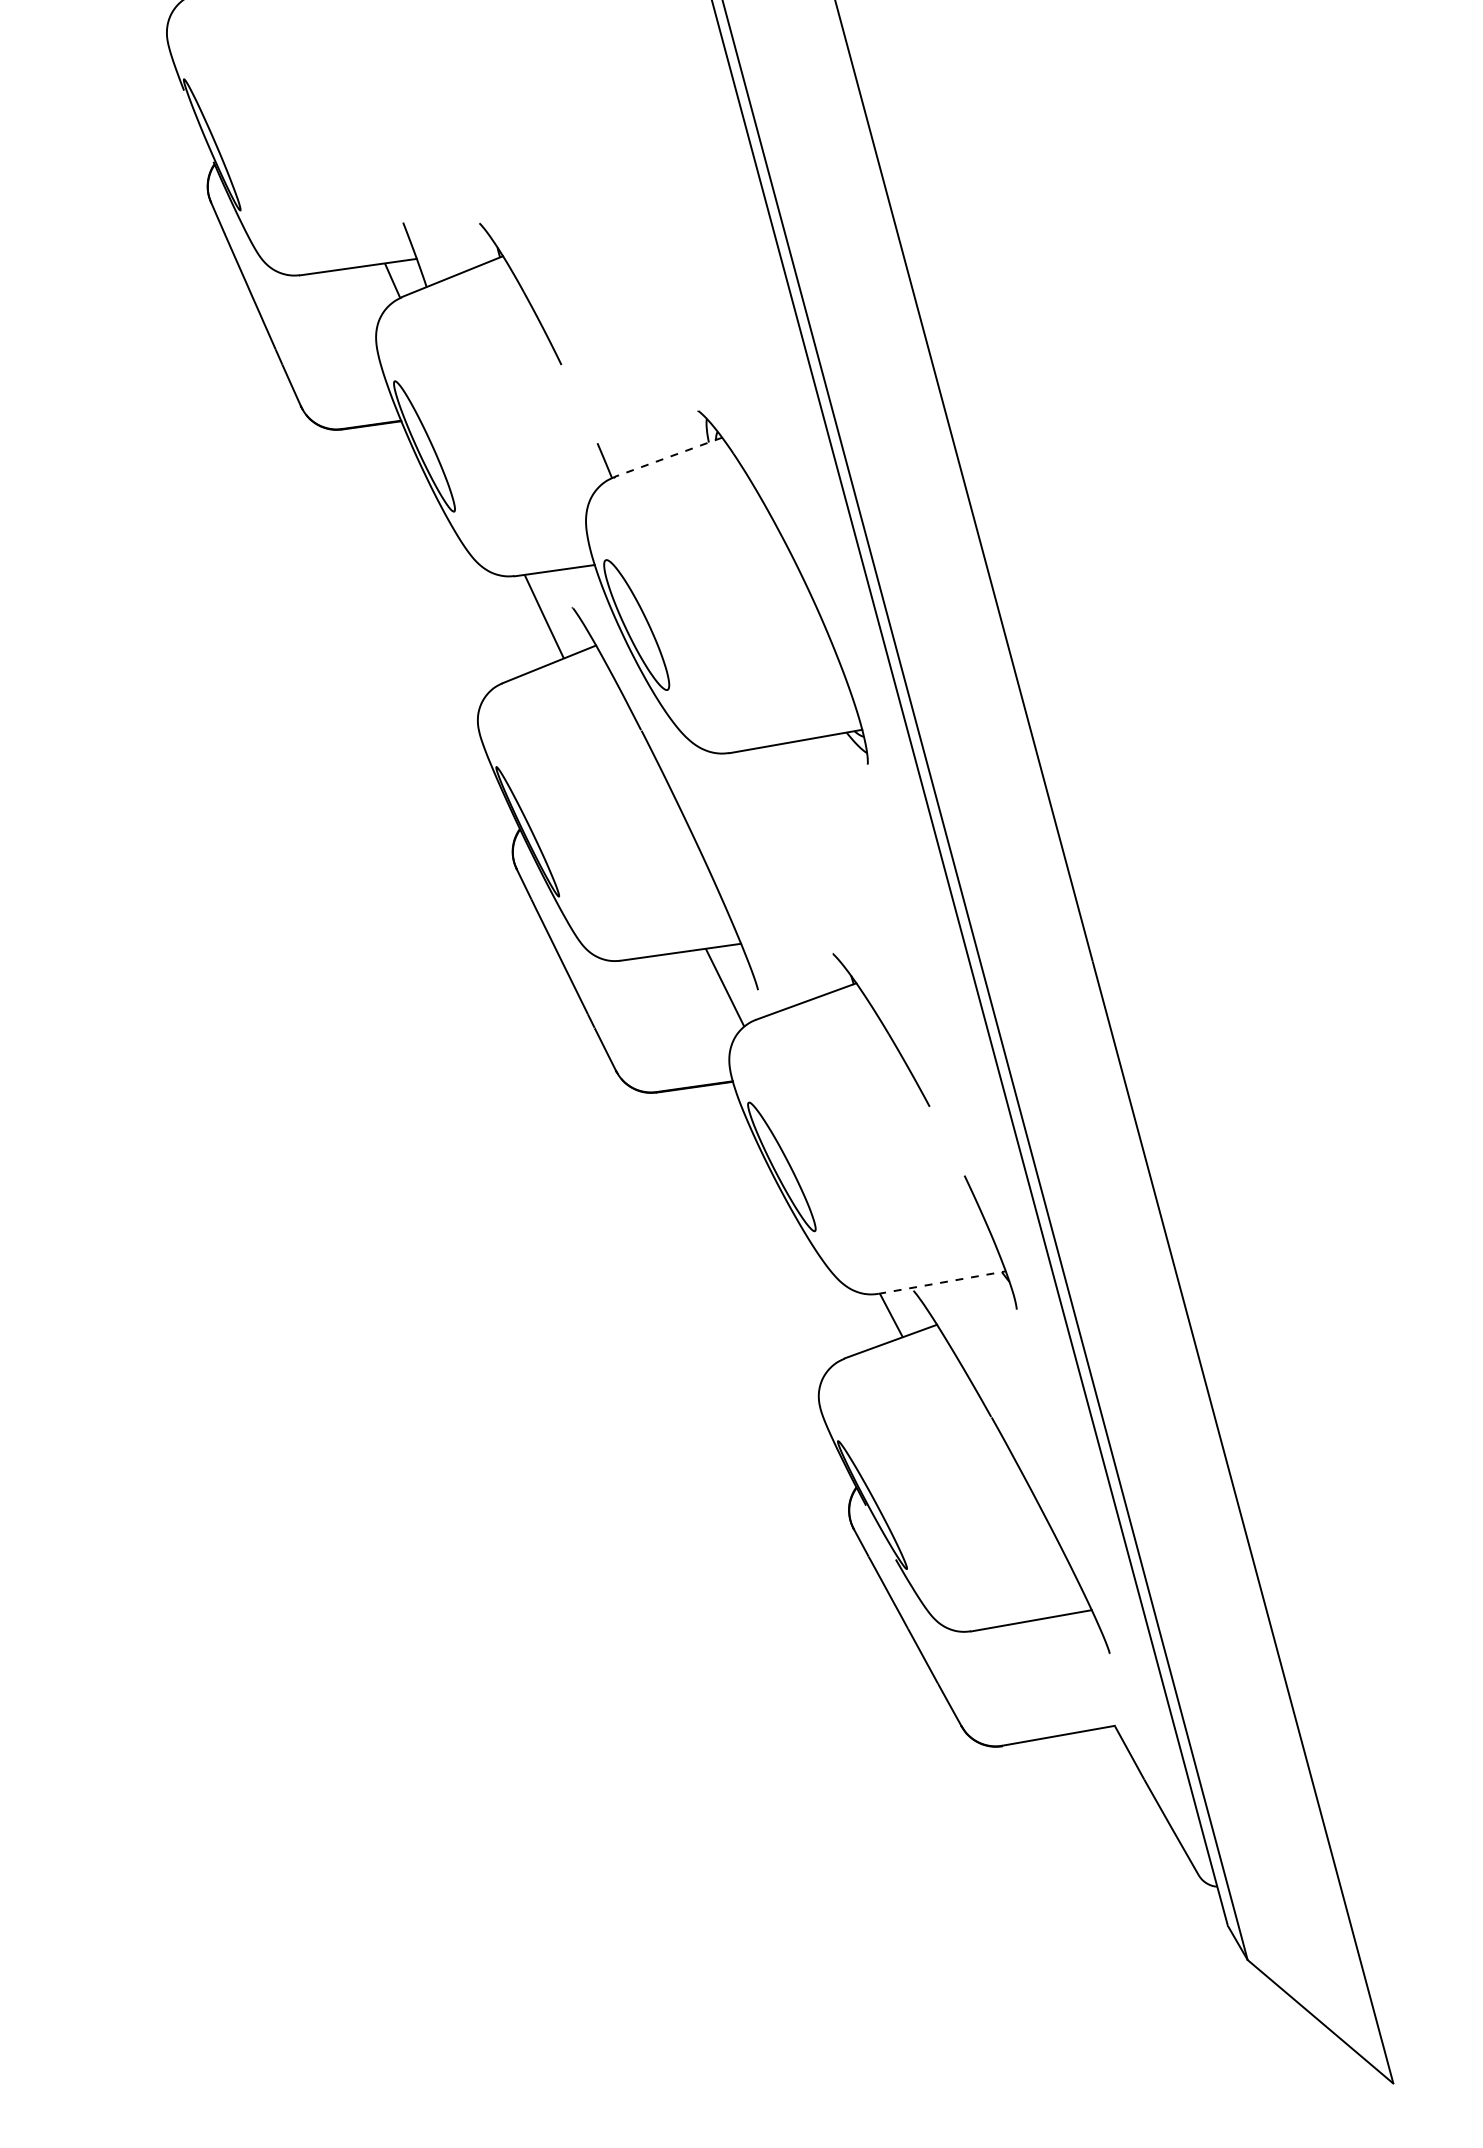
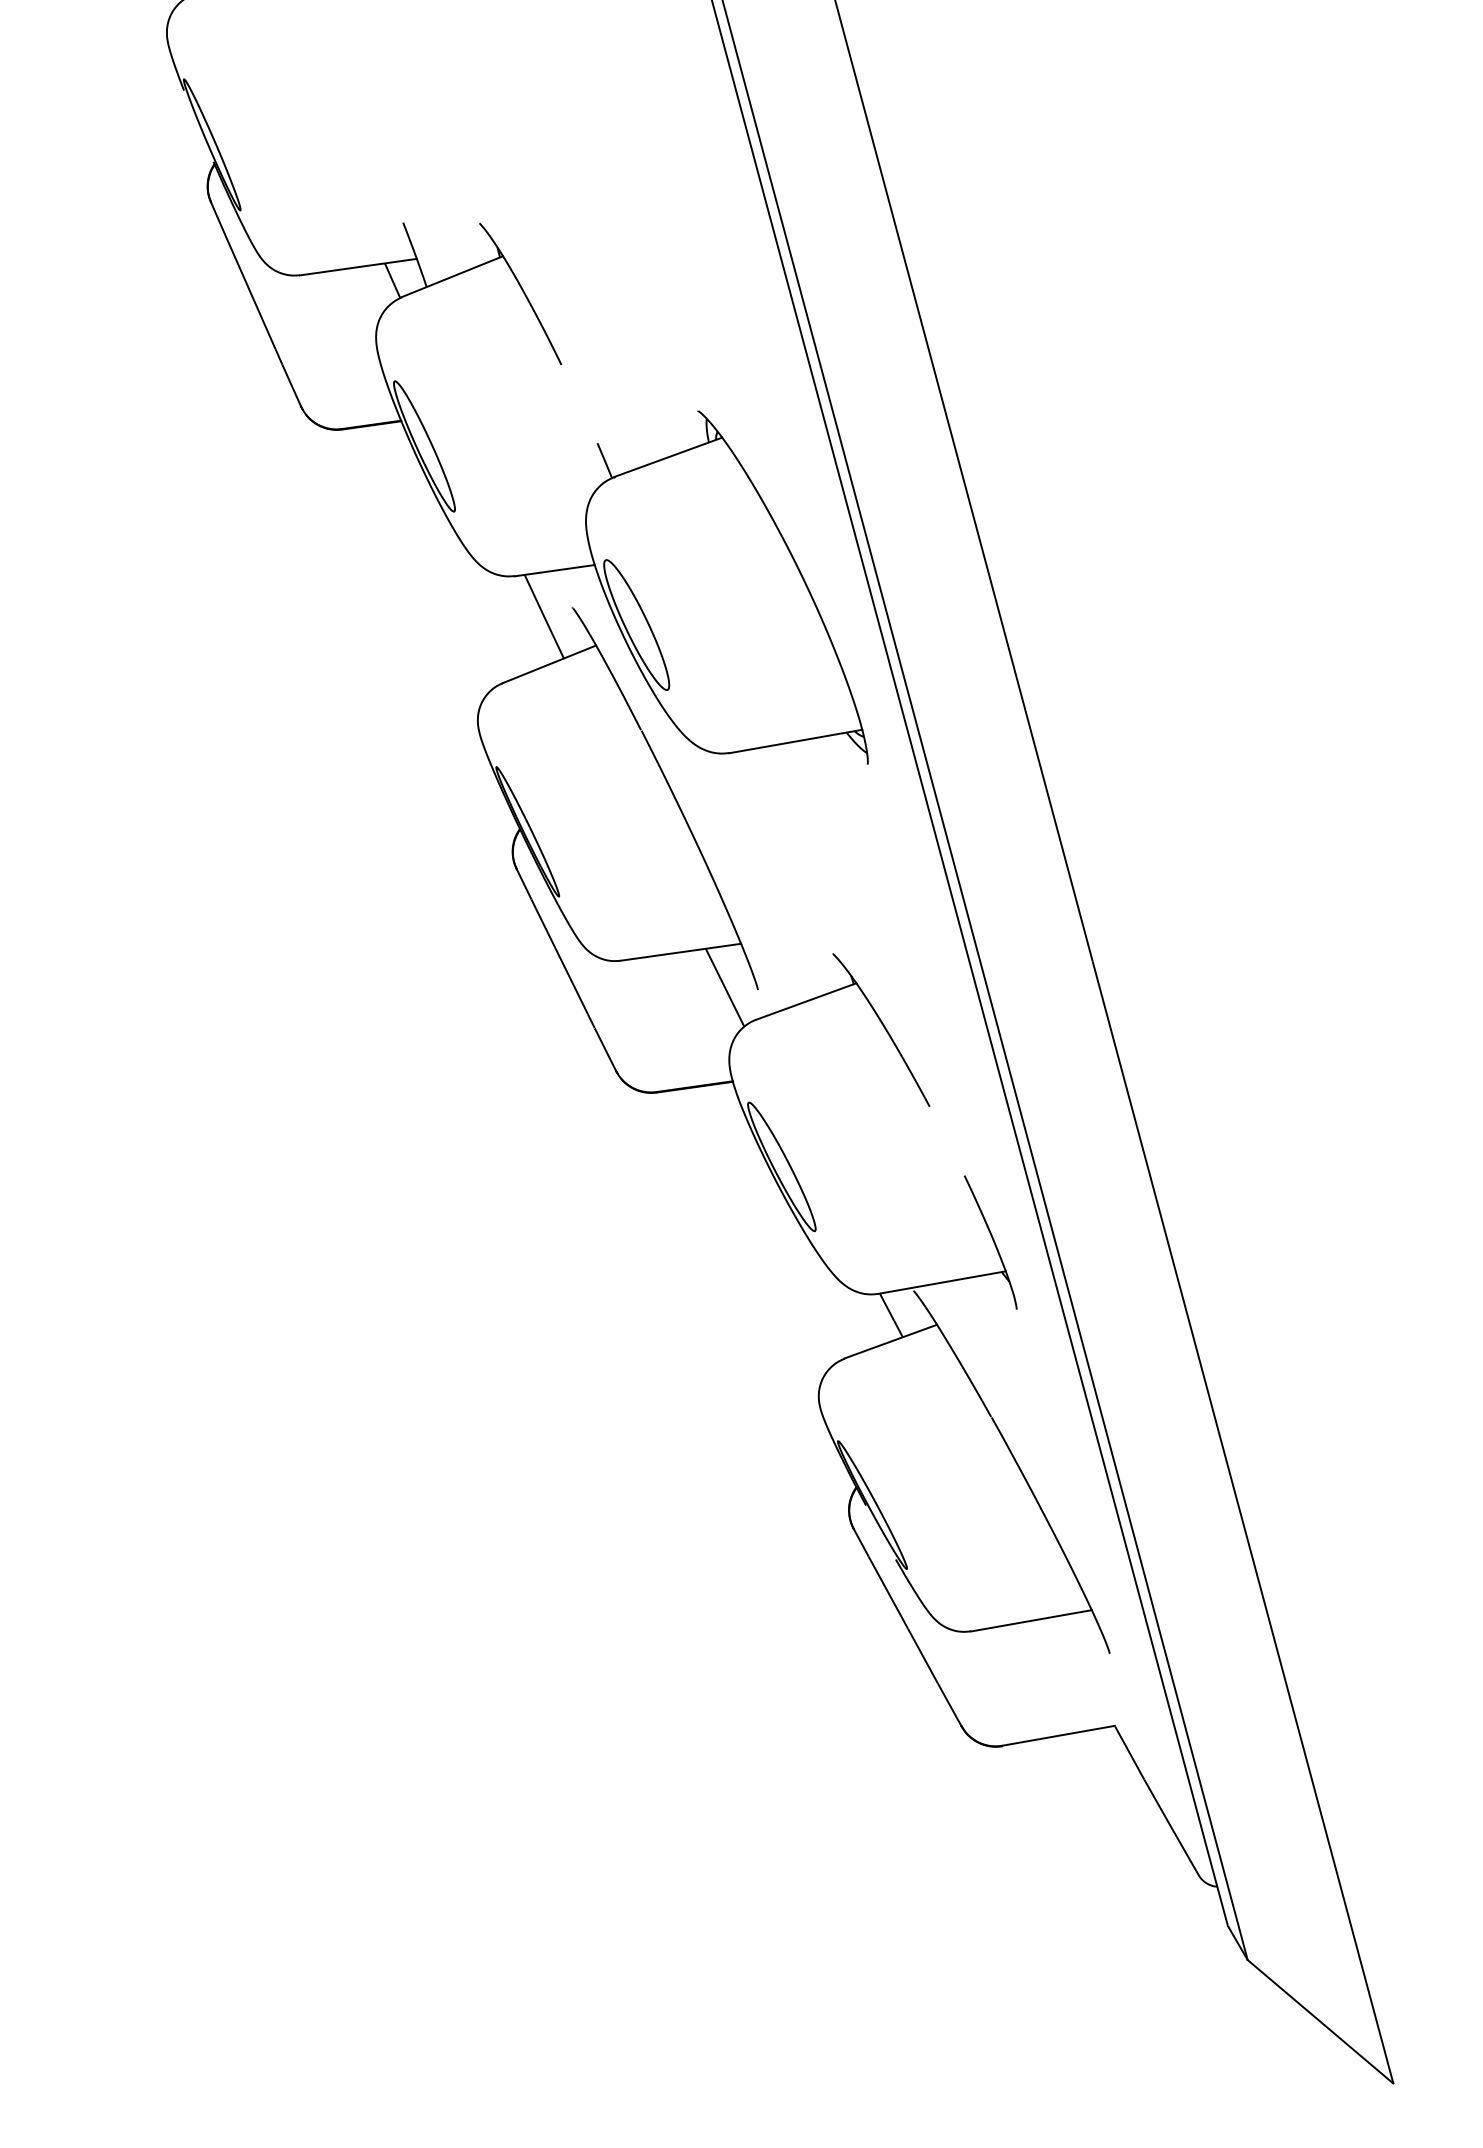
line at (667, 457): dashed -> solid
line at (942, 1282): dashed -> solid
